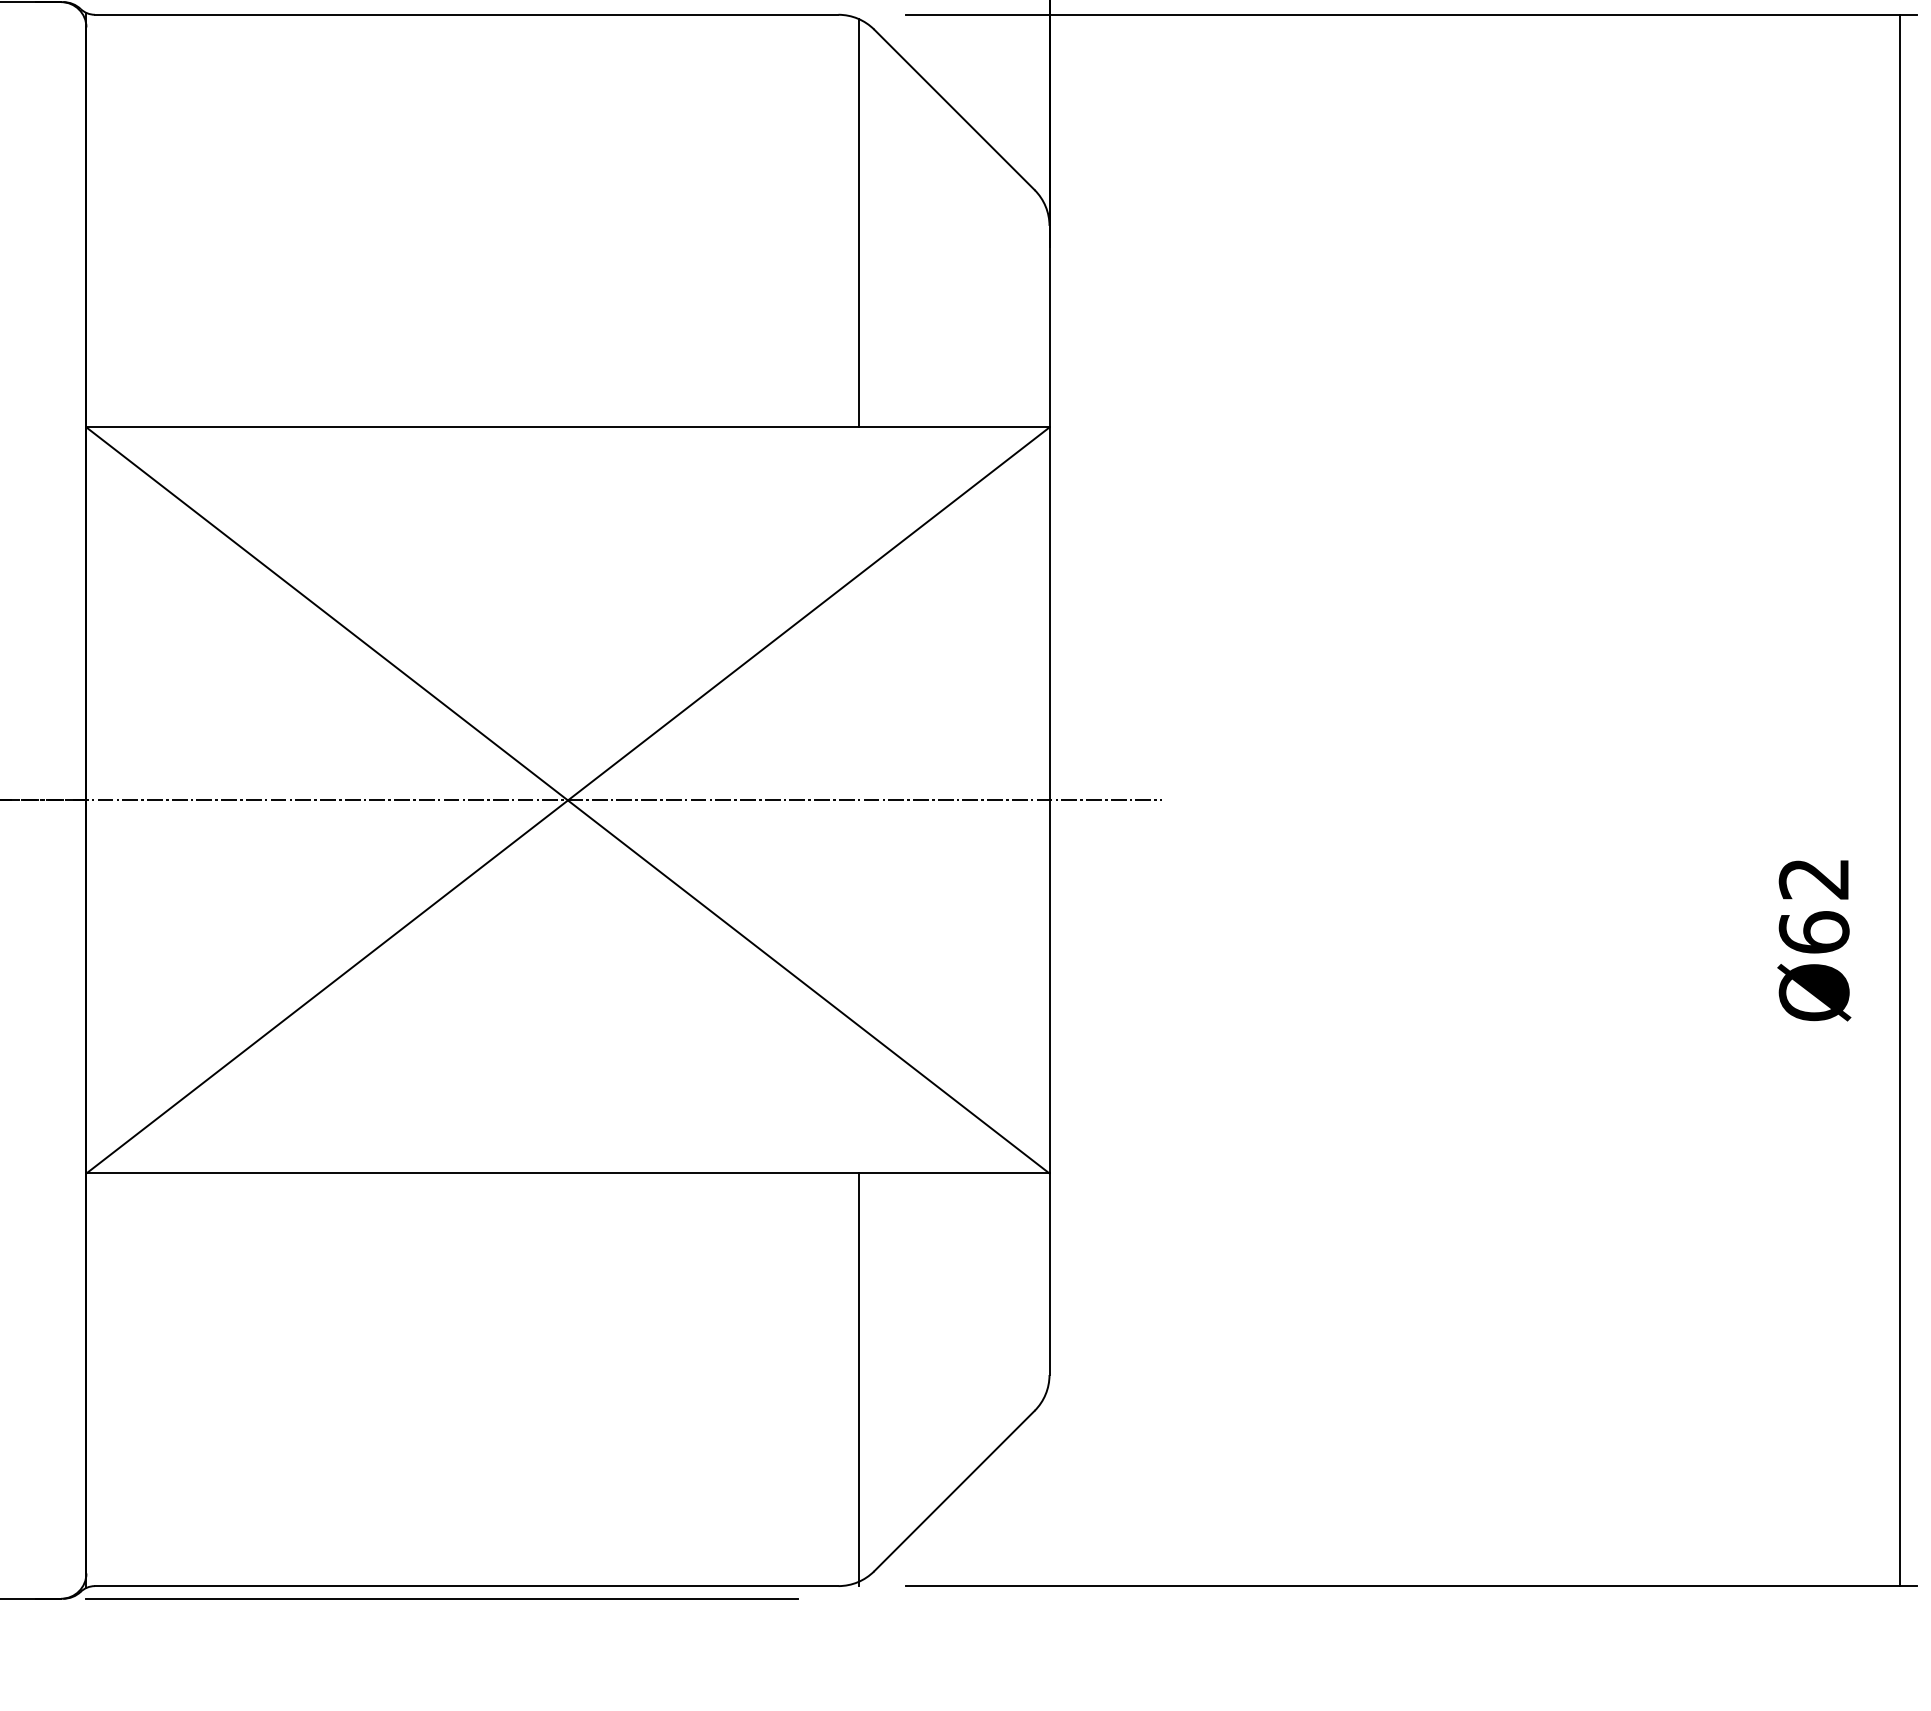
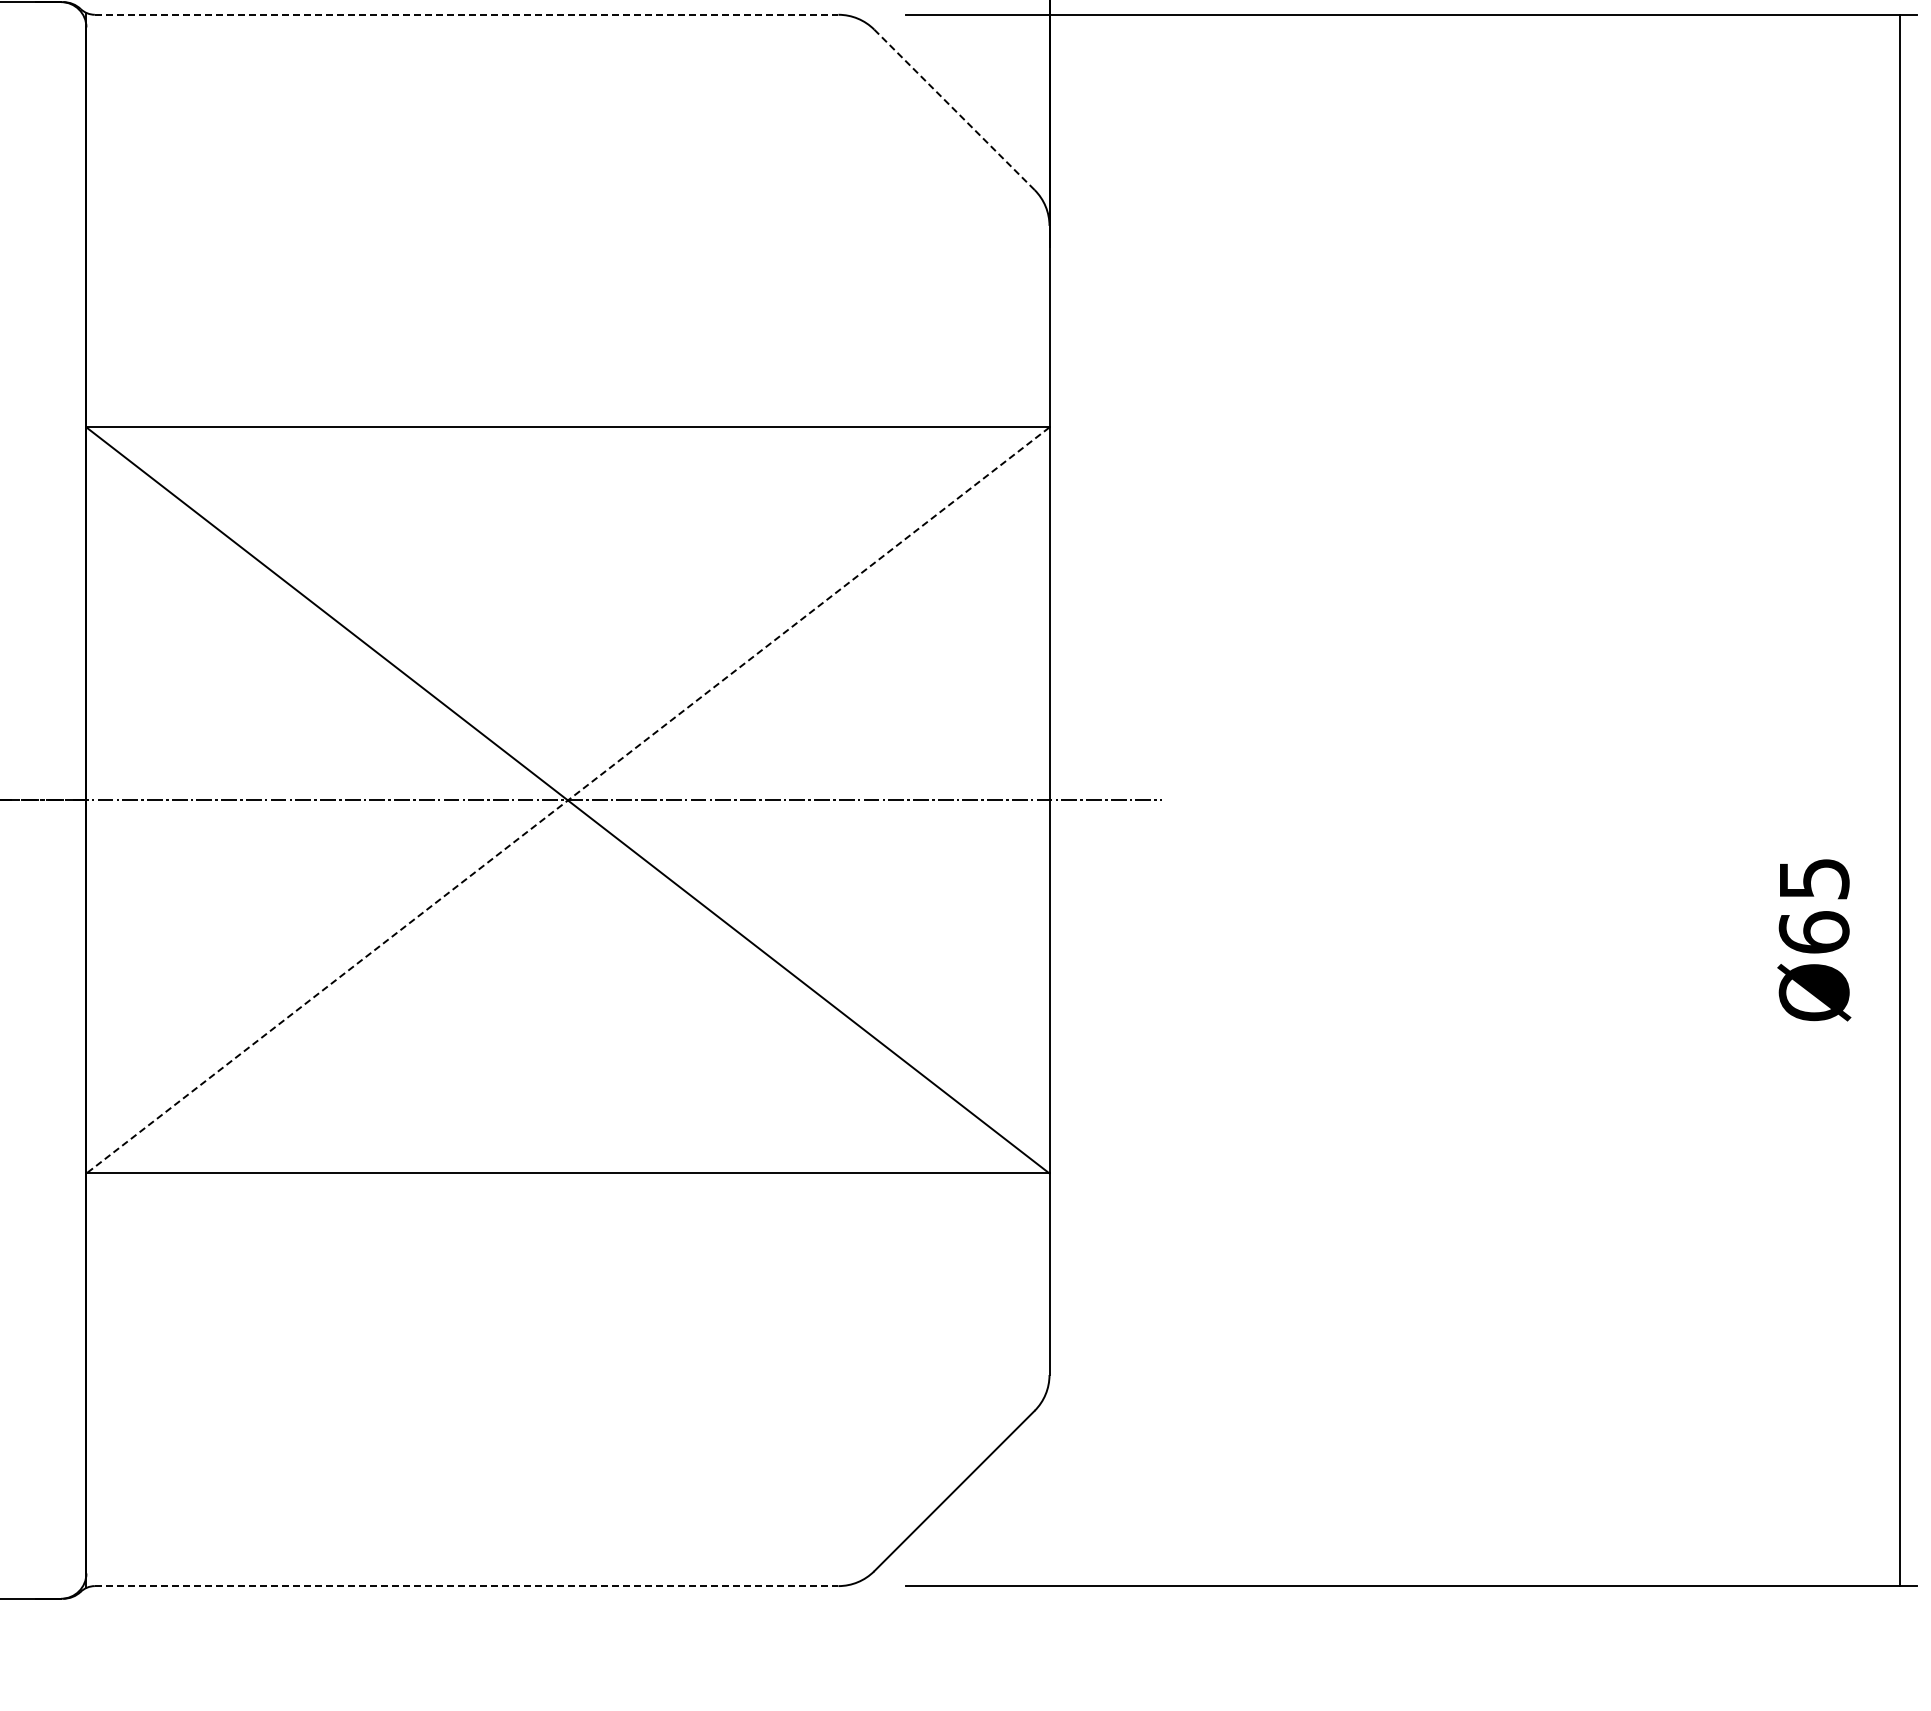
line at (466, 14): solid -> dashed
line at (954, 109): solid -> dashed
line at (859, 223): present -> none
line at (567, 800): solid -> dashed
text at (1813, 879): Ø62 -> Ø65
line at (859, 1379): present -> none
line at (466, 1586): solid -> dashed
line at (441, 1598): present -> none
